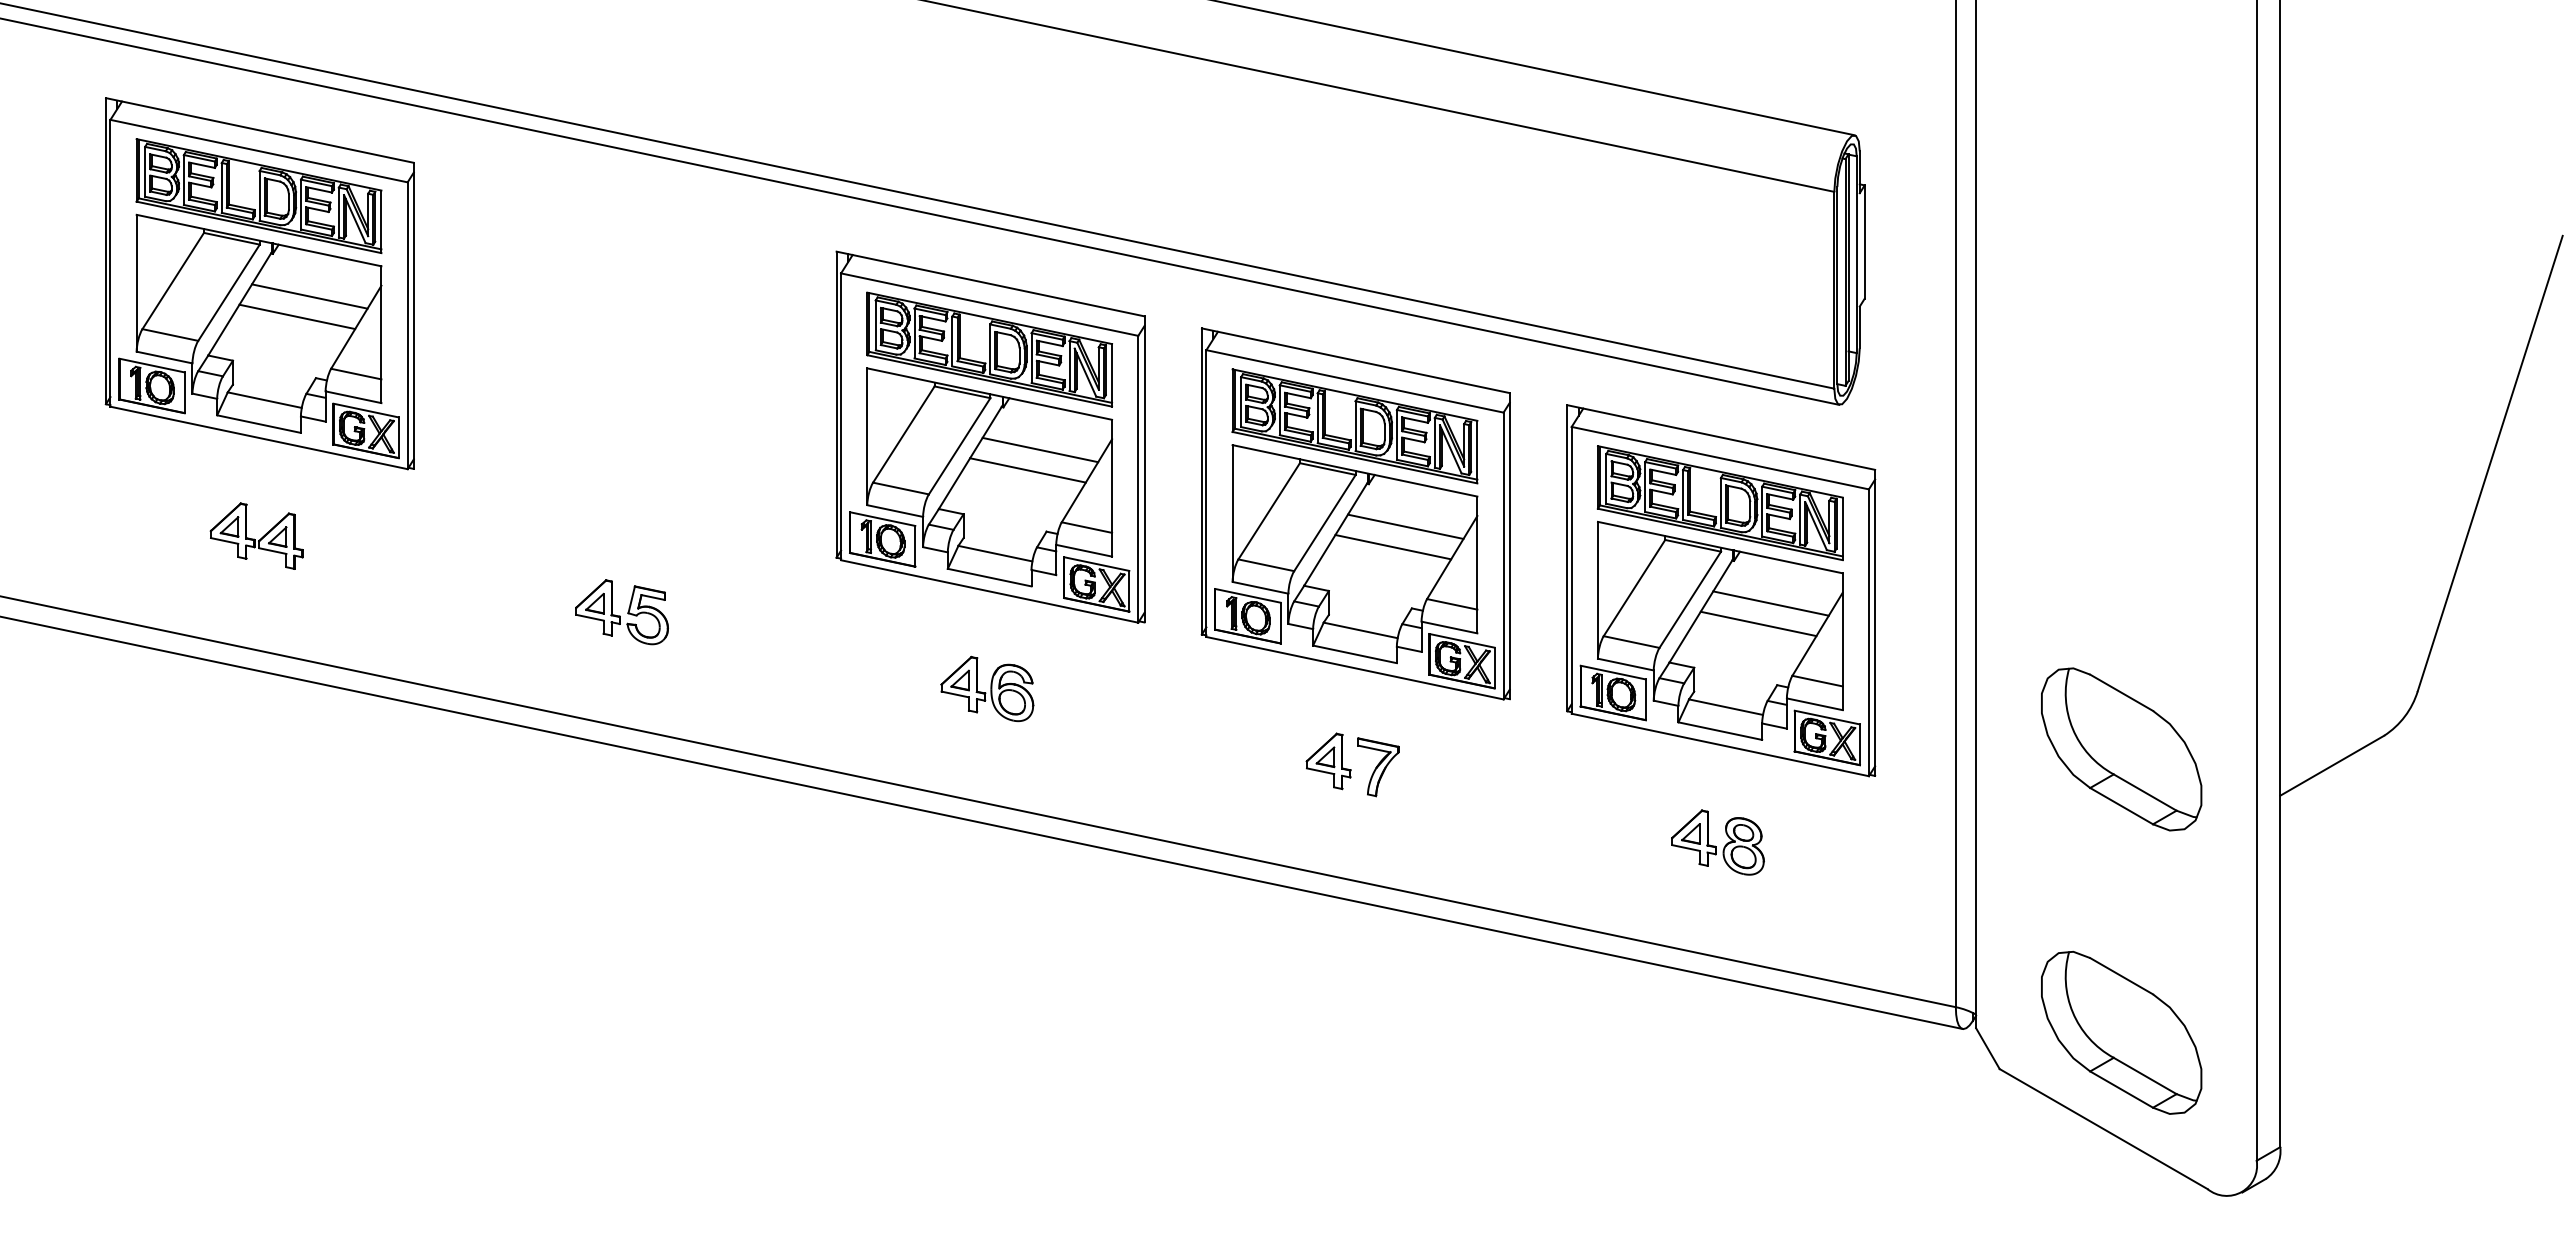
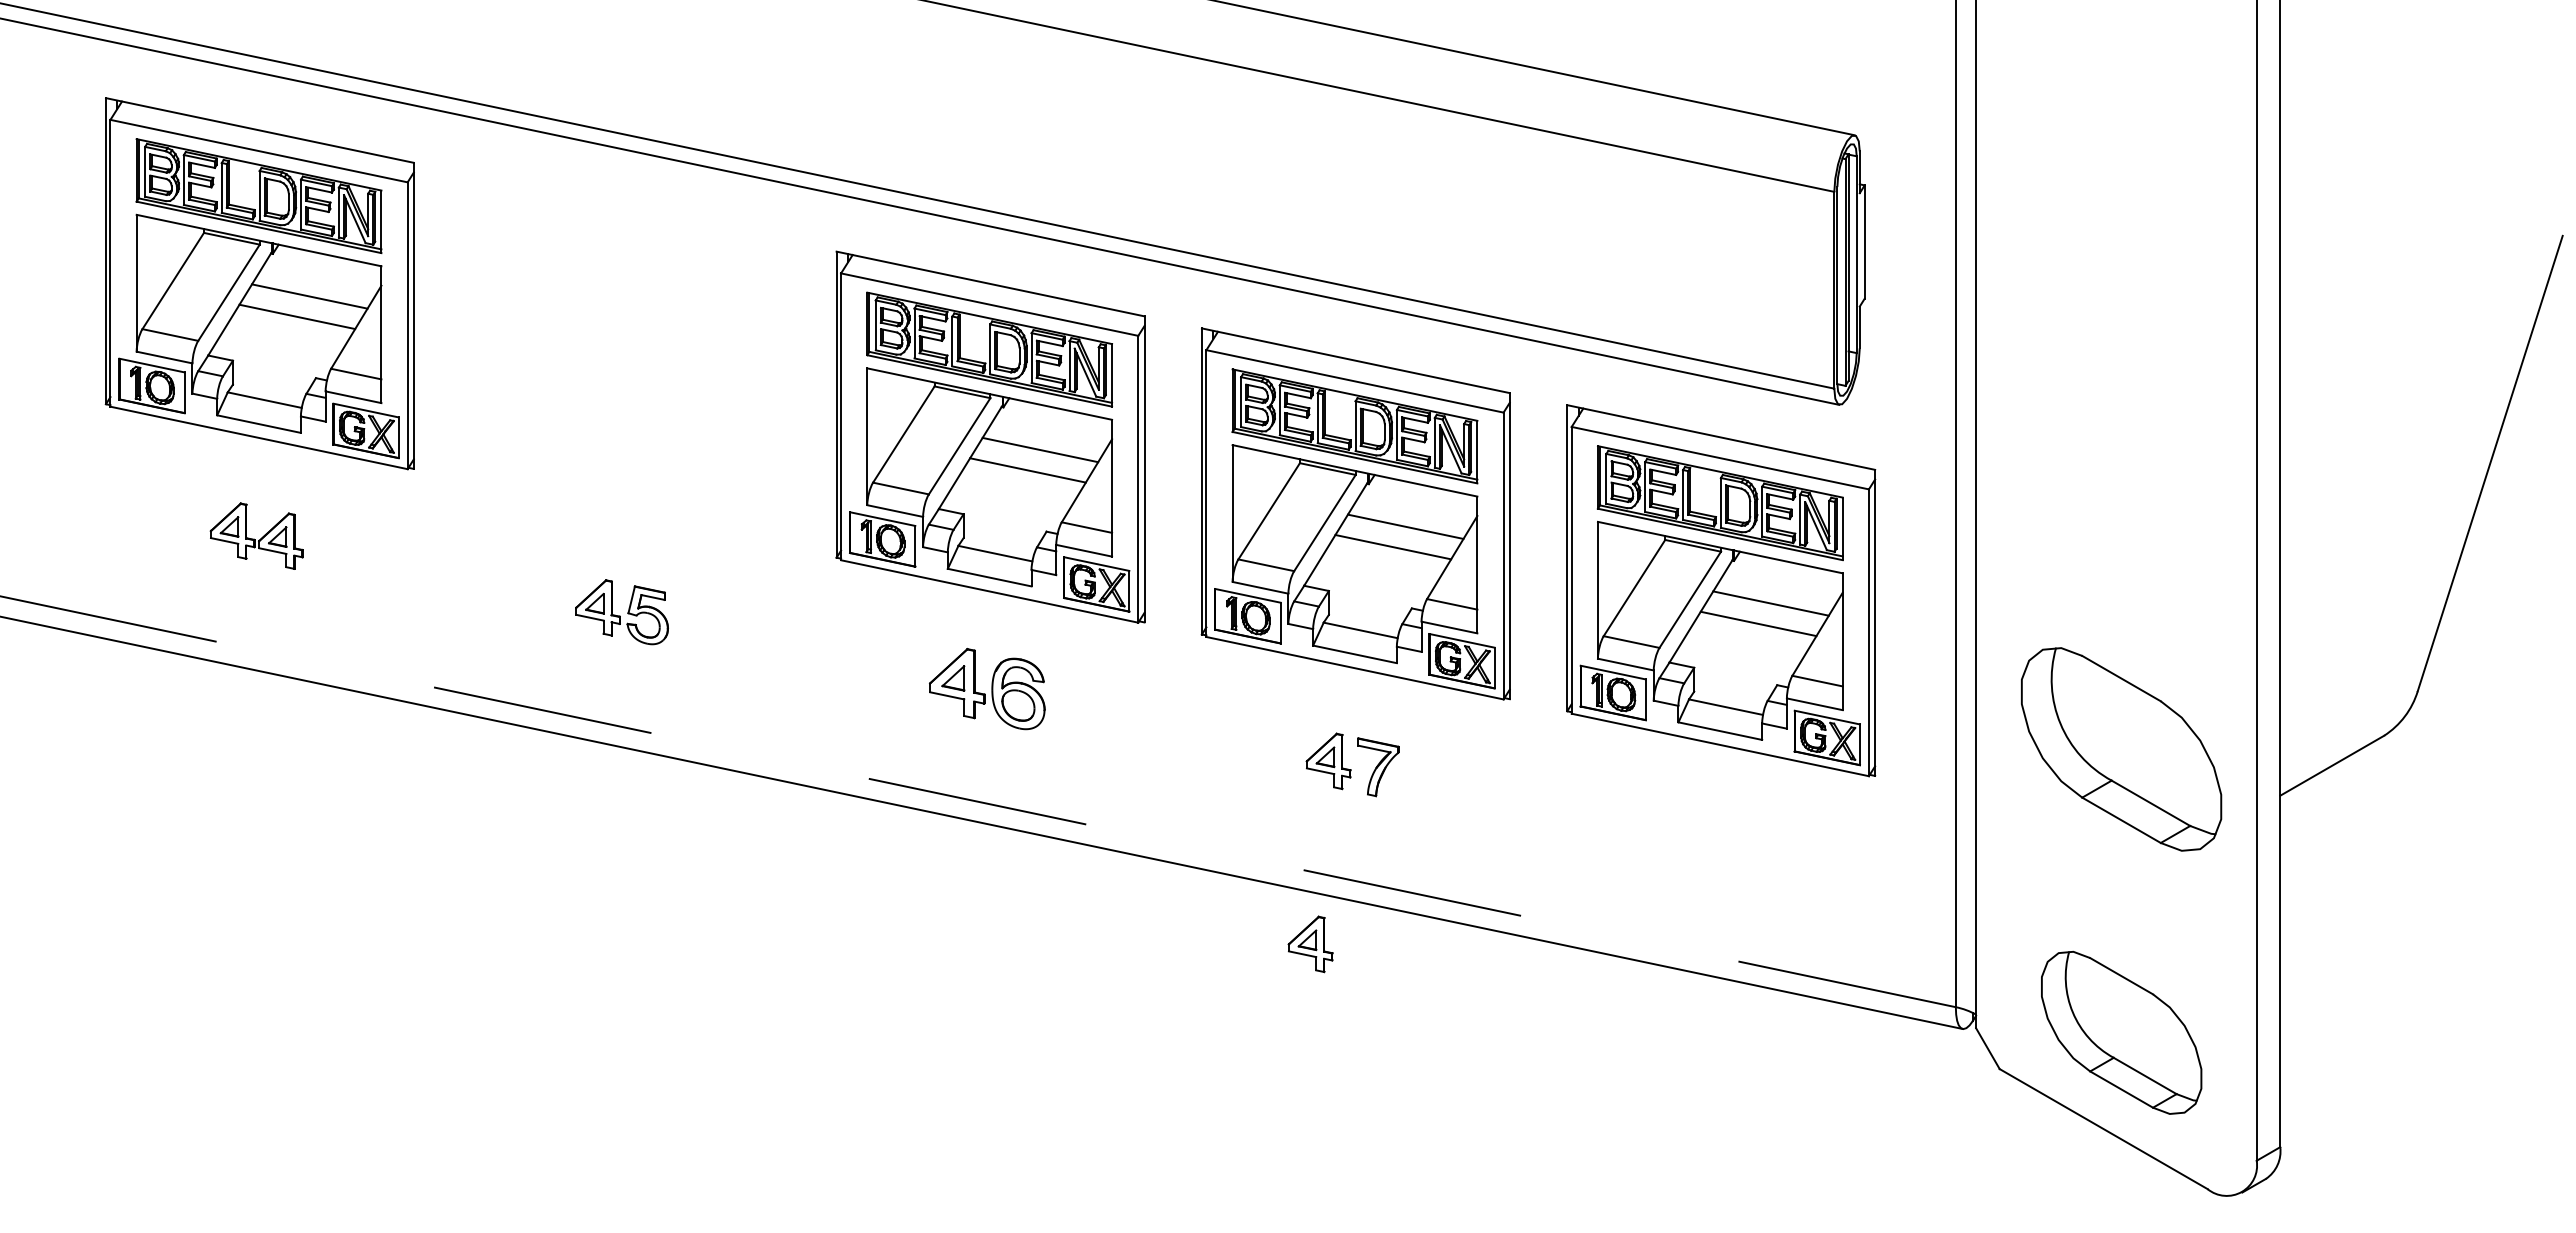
part at (987, 688) size: 95x68 px -> 117x83 px
part at (2121, 749) size: 162x165 px -> 202x205 px
line at (978, 801): solid -> dashed
part at (1717, 842): present -> none
part at (1310, 944): none -> present
